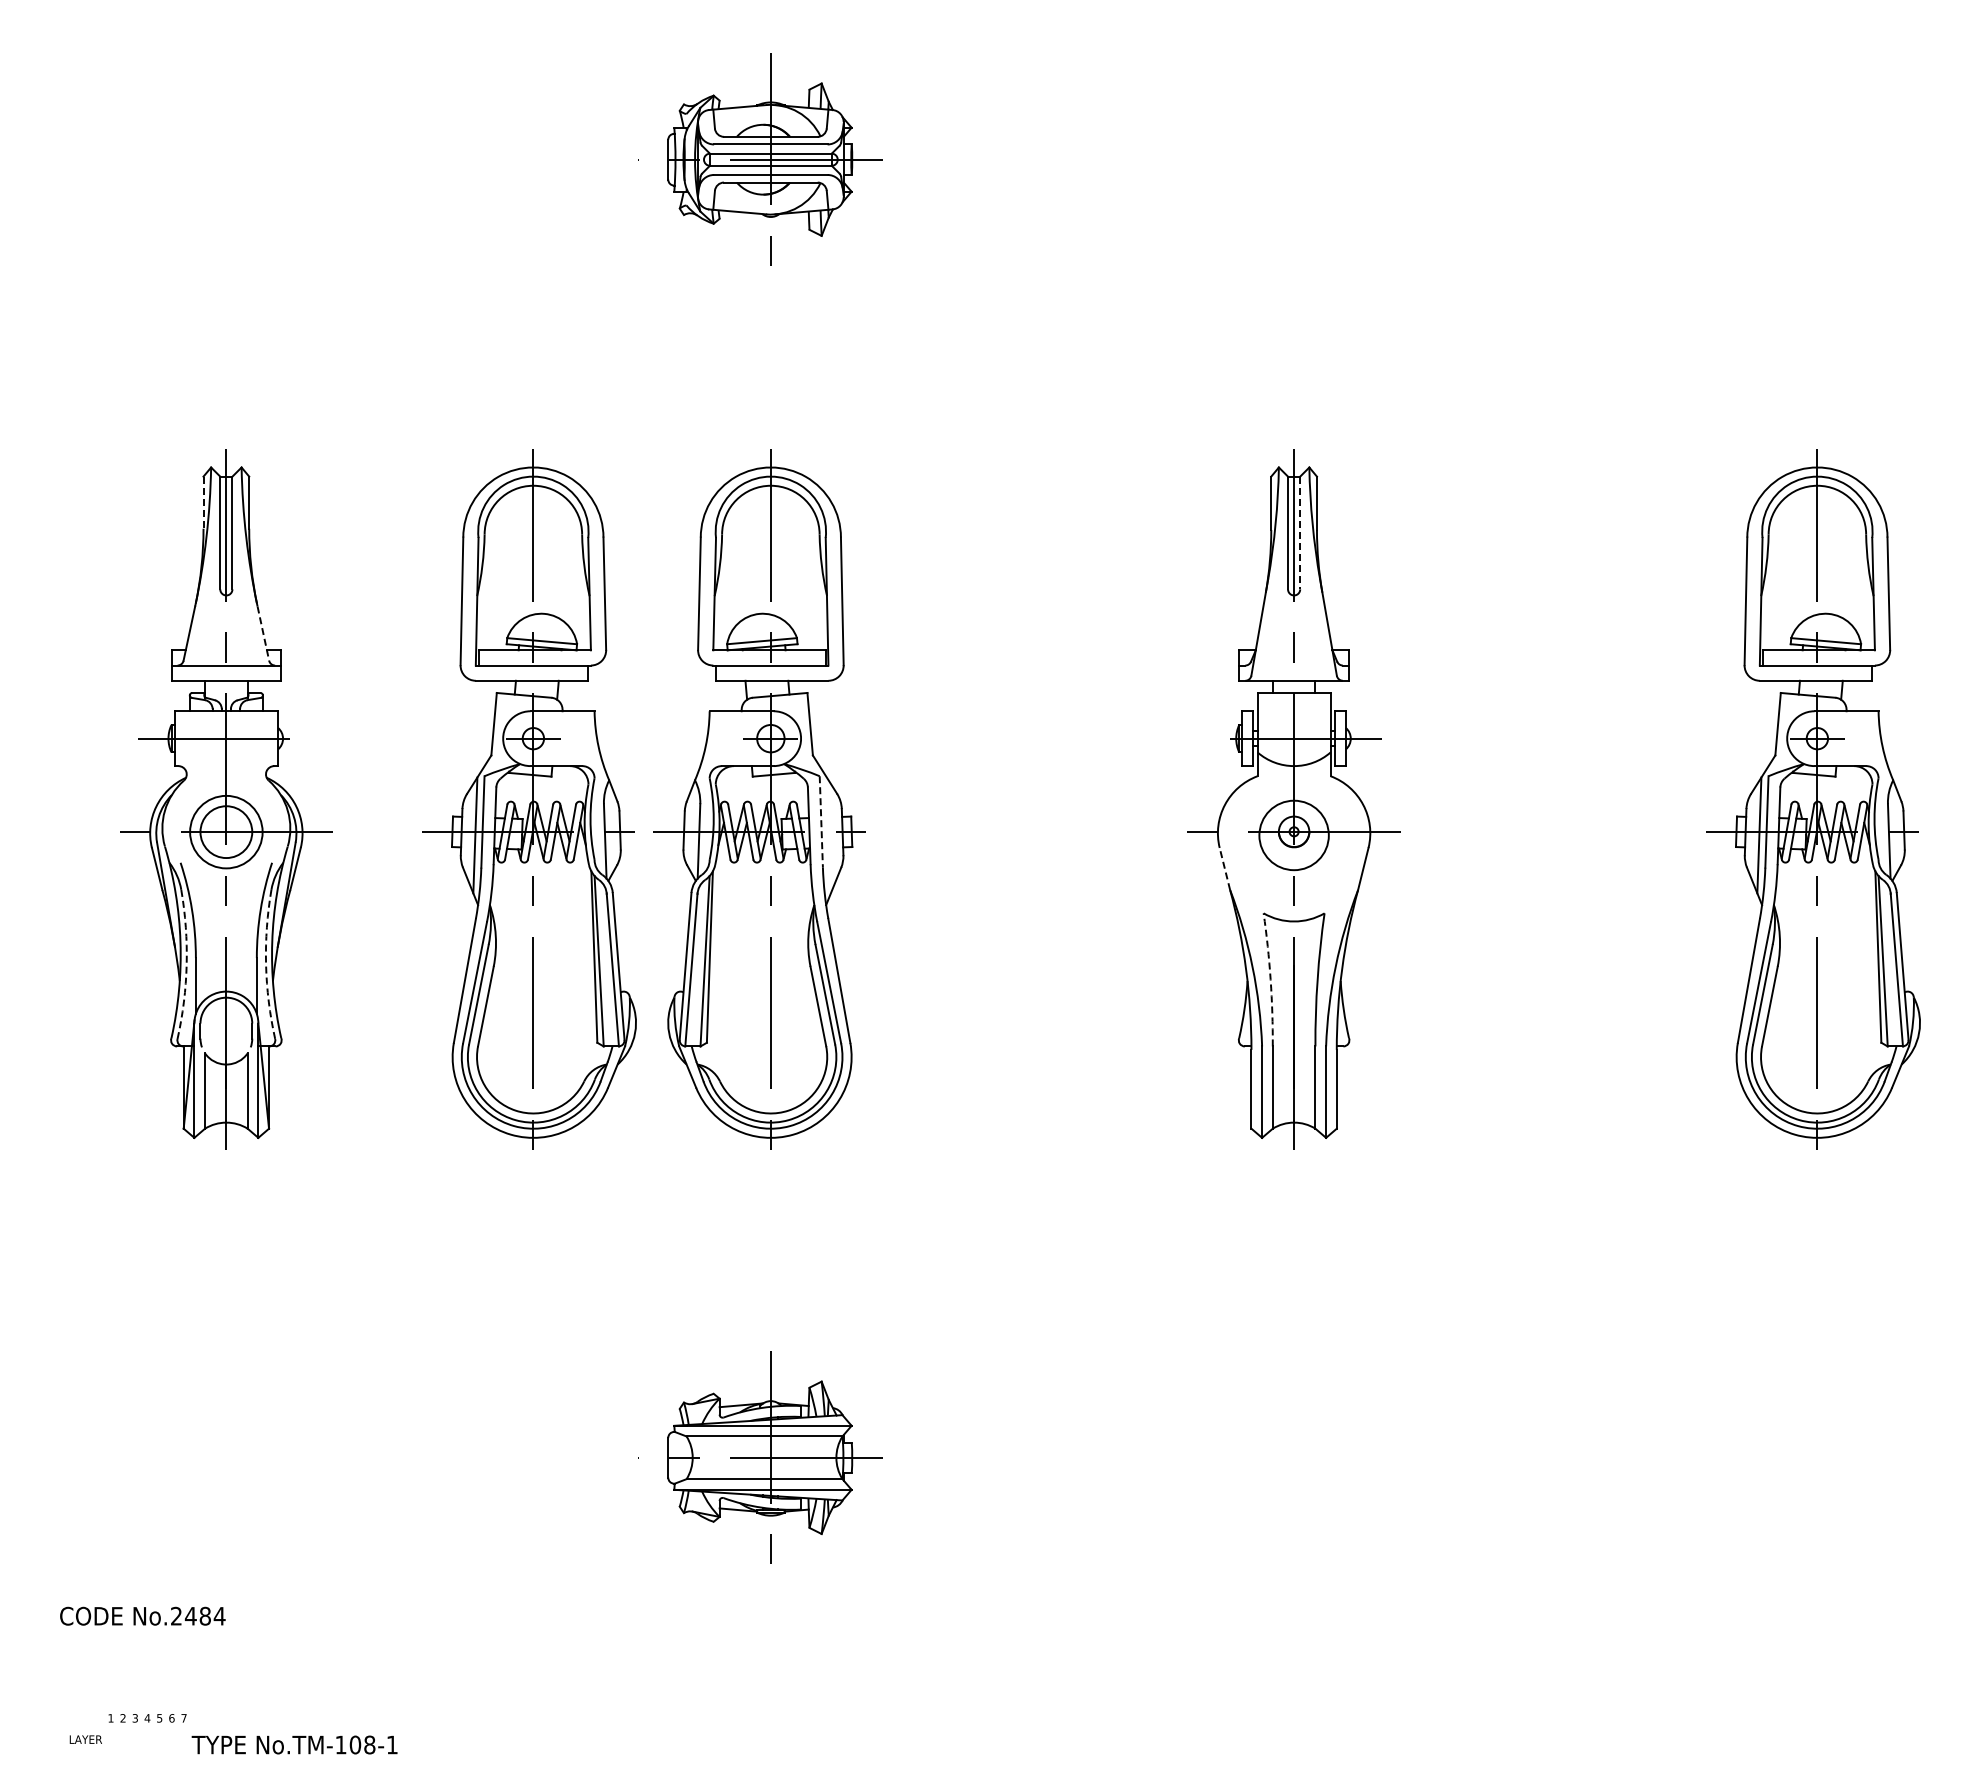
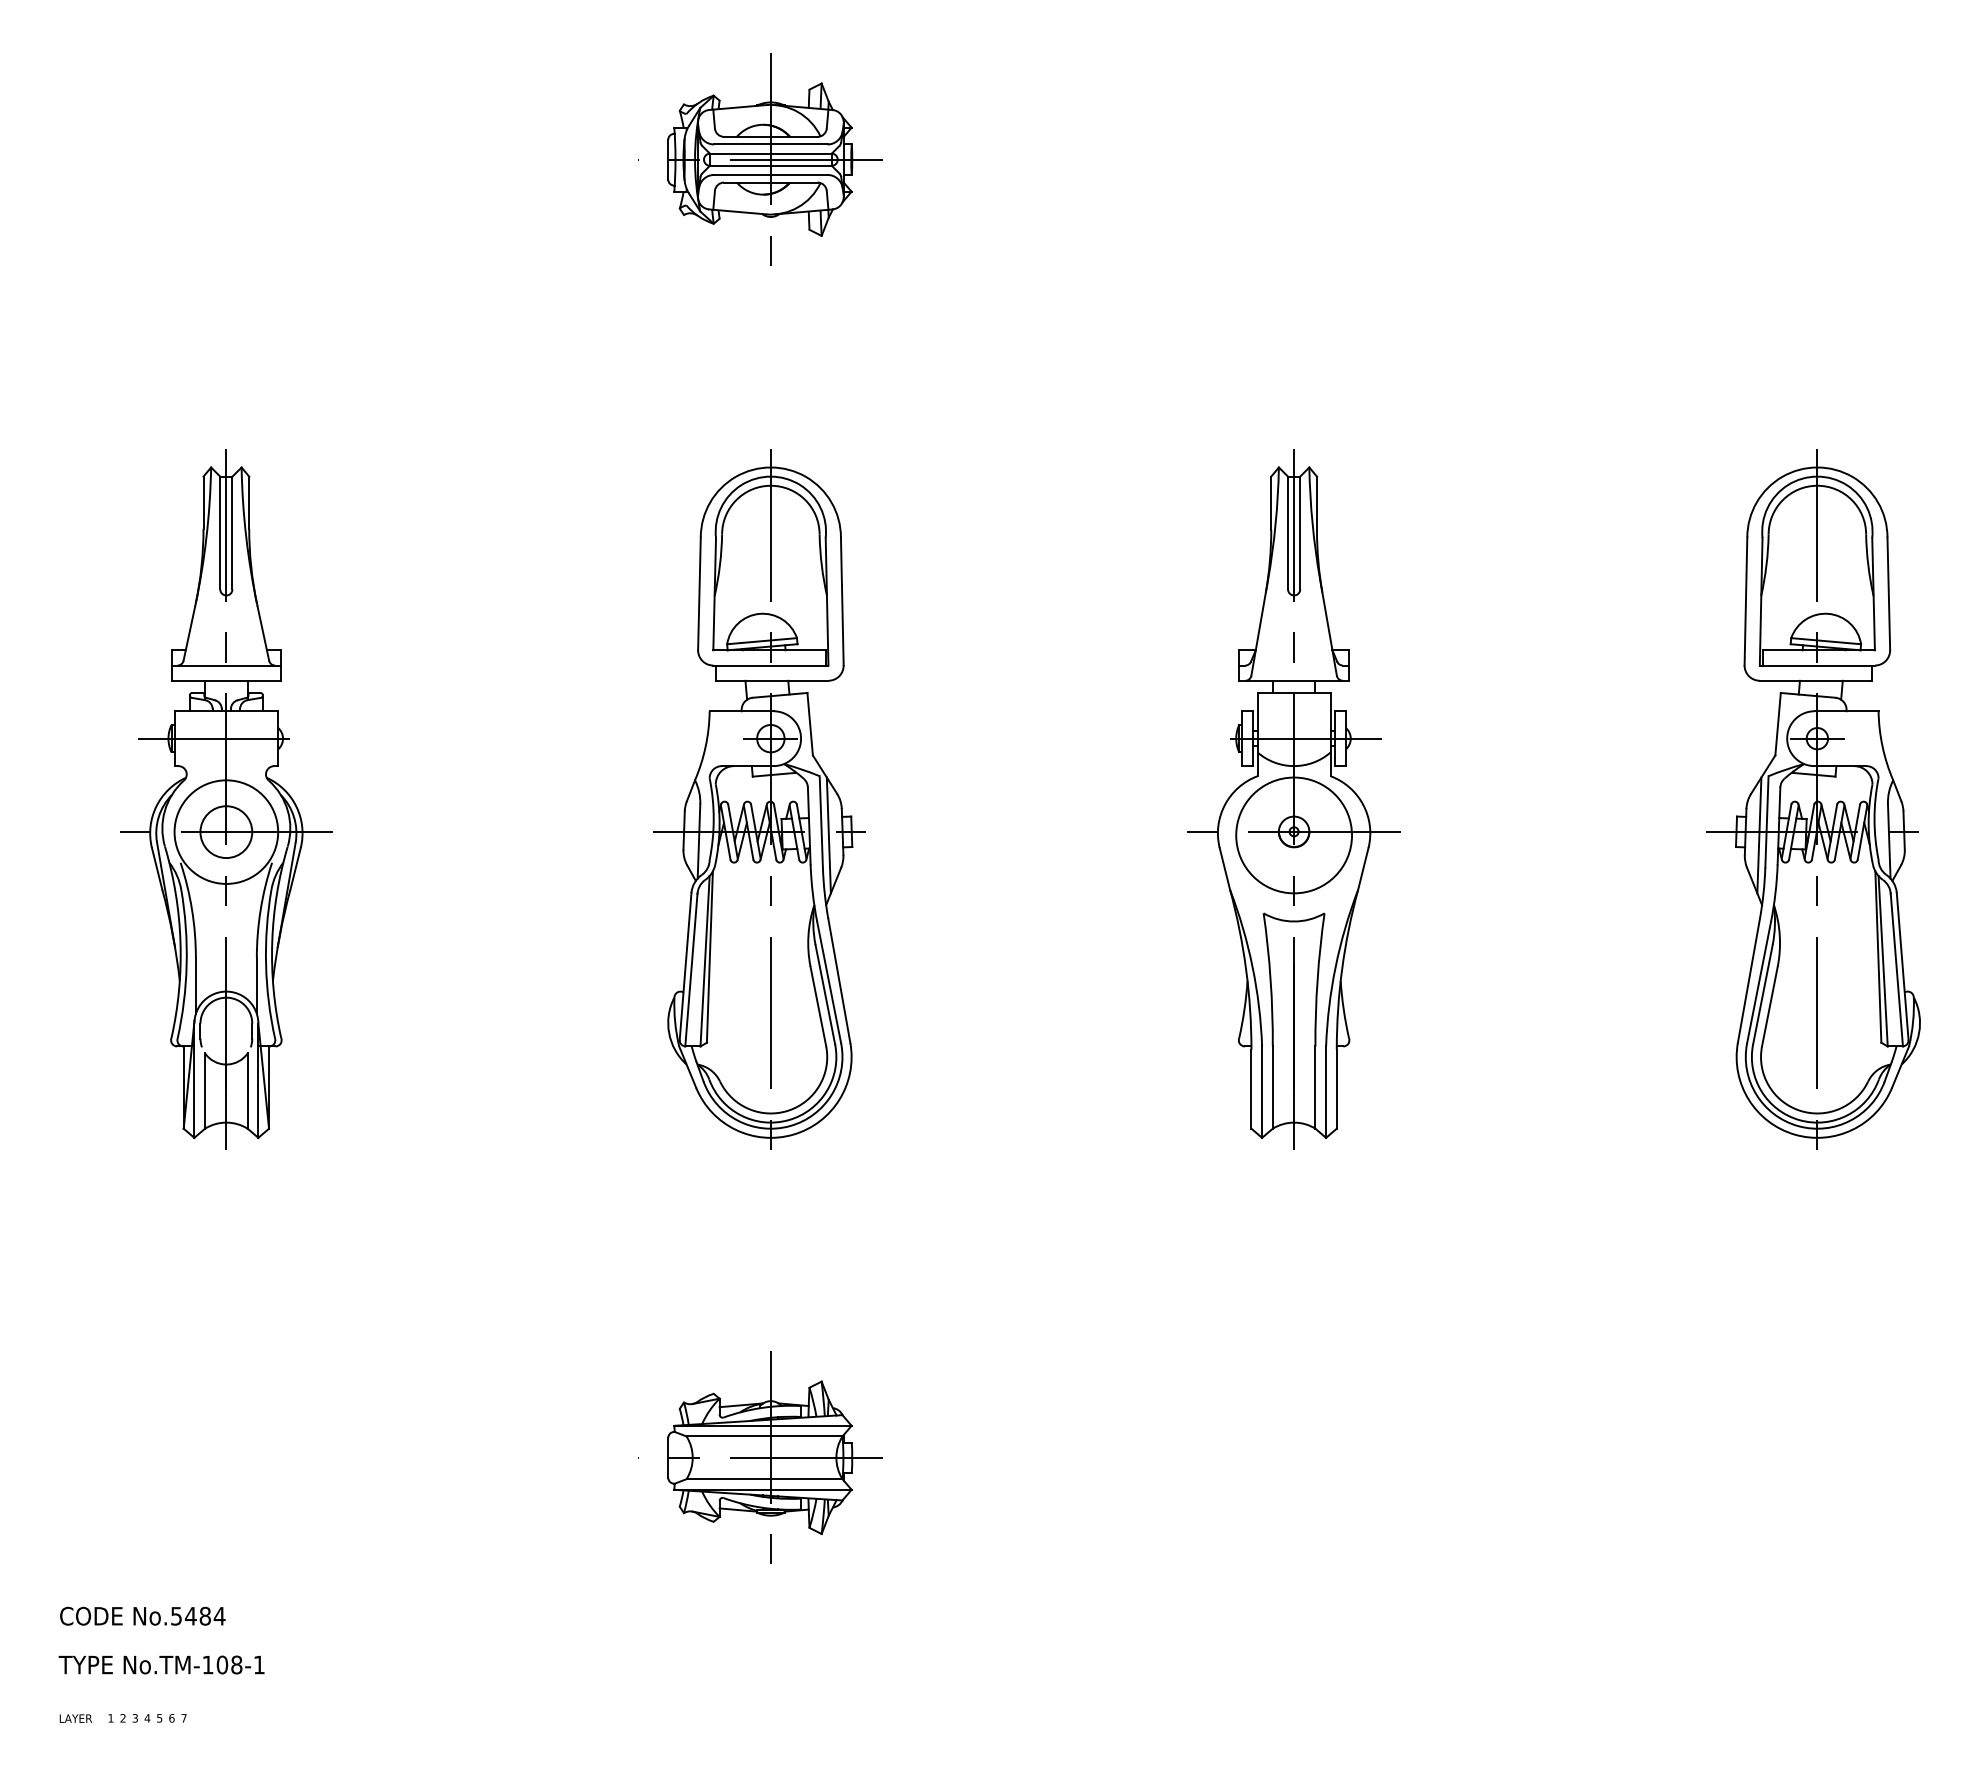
line at (203, 503): dashed -> solid
line at (1300, 533): dashed -> solid
line at (263, 633): dashed -> solid
part at (529, 799): present -> none
line at (821, 821): dashed -> solid
circle at (226, 831) diameter: 73 px -> 104 px
line at (828, 835): none -> present
circle at (1293, 835) diameter: 69 px -> 116 px
line at (1224, 869): dashed -> solid
arc at (186, 964): dashed -> solid
arc at (266, 964): dashed -> solid
arc at (1270, 979): dashed -> solid
text at (176, 1615): No.2484 -> No.5484
text at (85, 1739) position: (85, 1739) -> (75, 1718)
text at (294, 1744) position: (294, 1744) -> (161, 1664)
